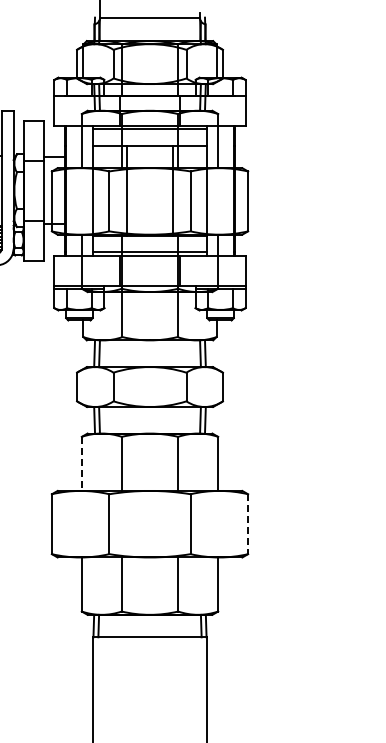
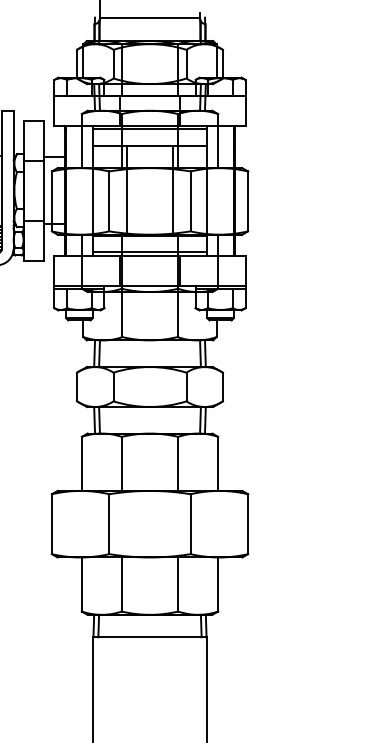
line at (81, 464): dashed -> solid
line at (248, 524): dashed -> solid
